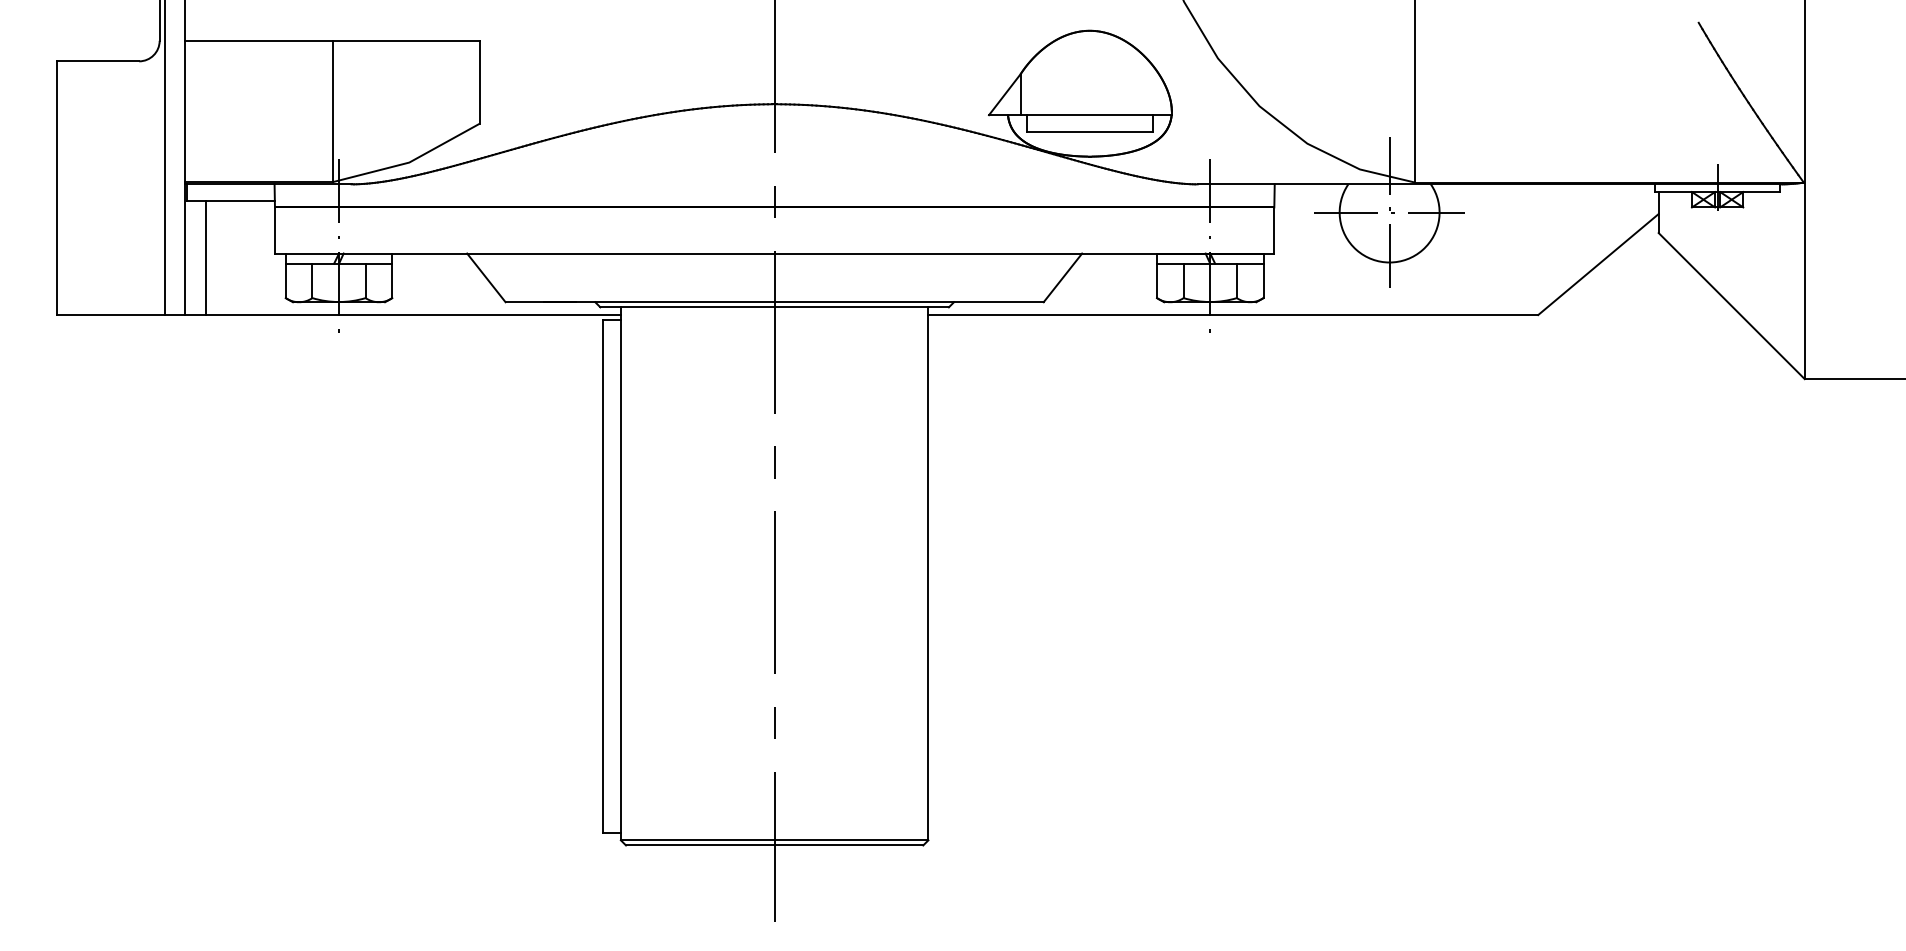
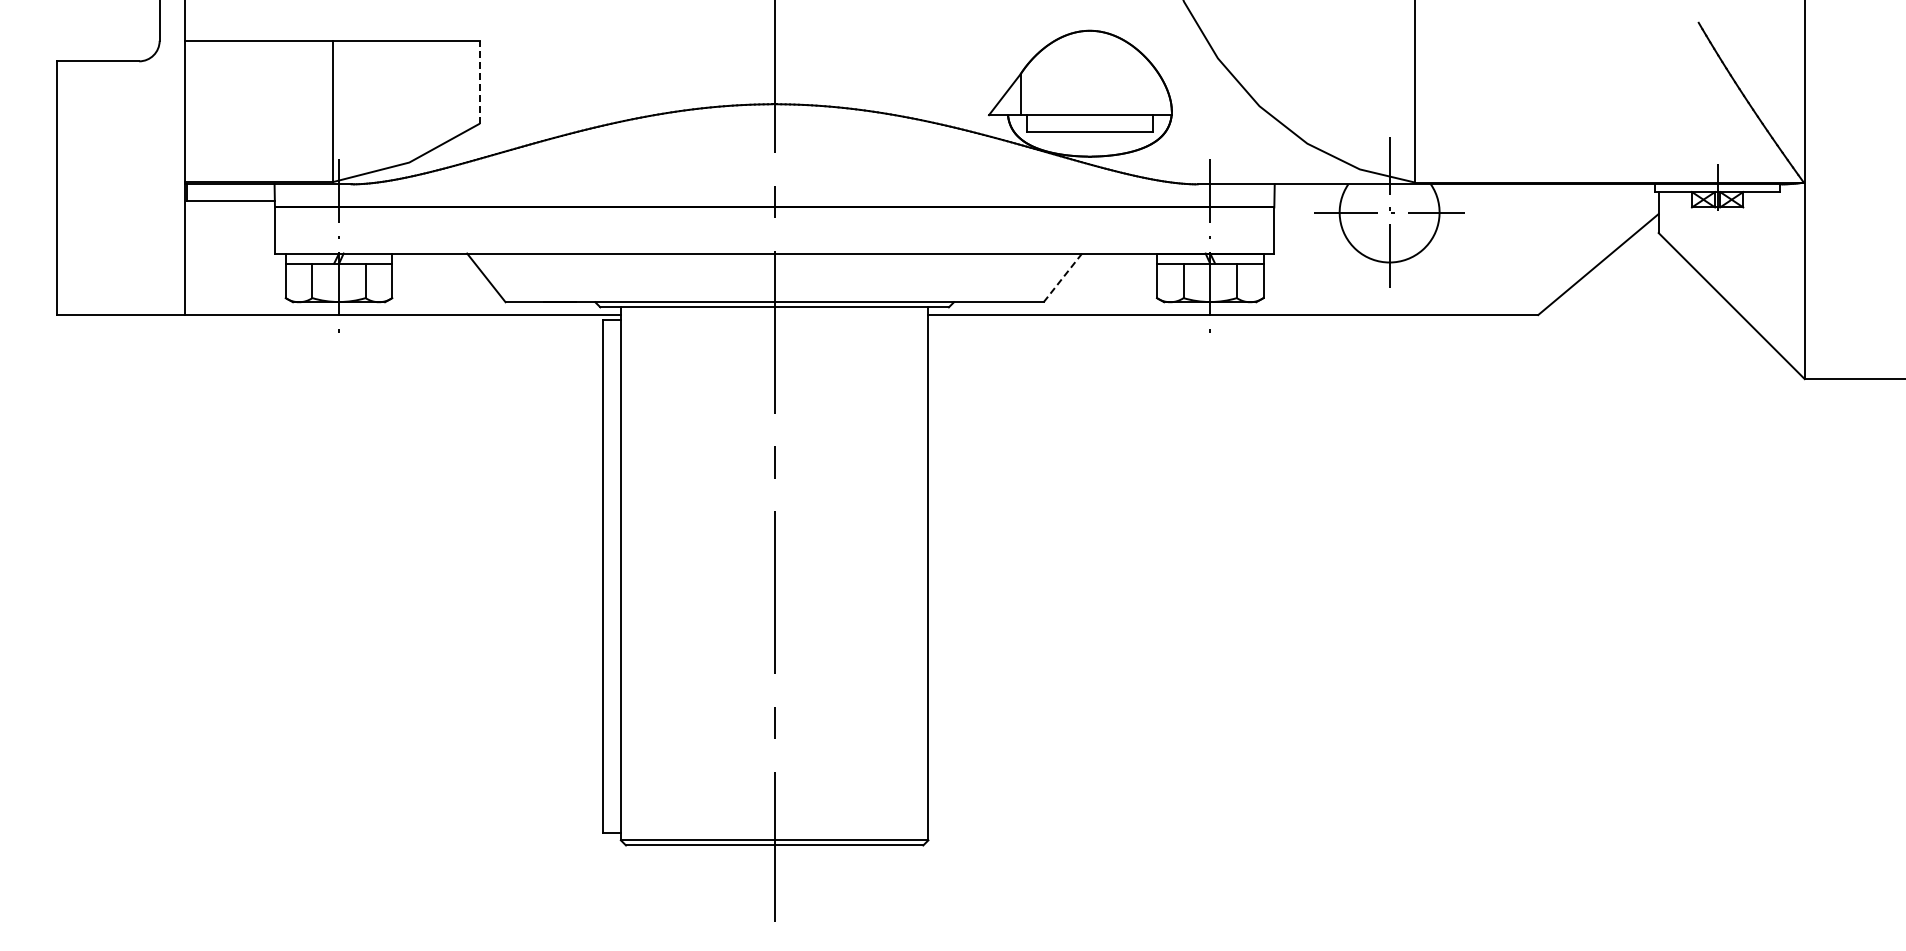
line at (479, 81): solid -> dashed
line at (164, 158): present -> none
line at (205, 258): present -> none
line at (1063, 277): solid -> dashed
